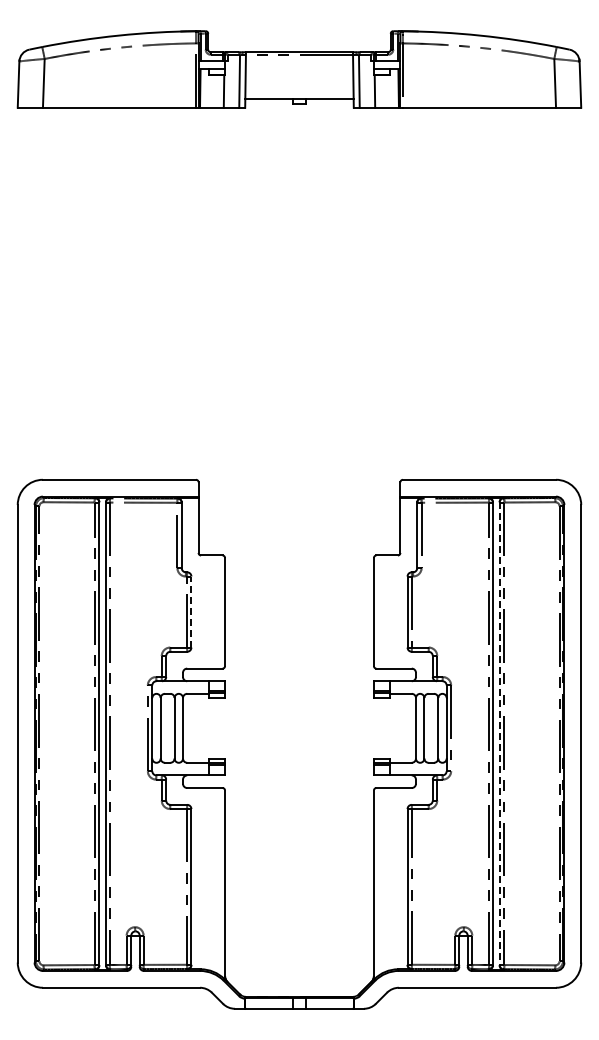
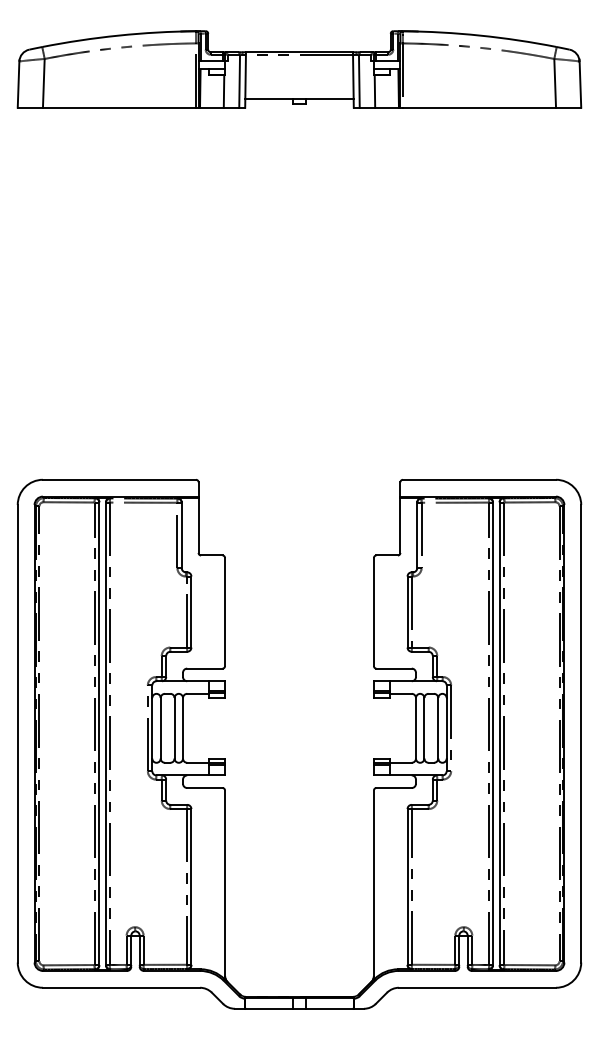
line at (191, 612): dashed -> solid
line at (499, 733): dashed -> solid
